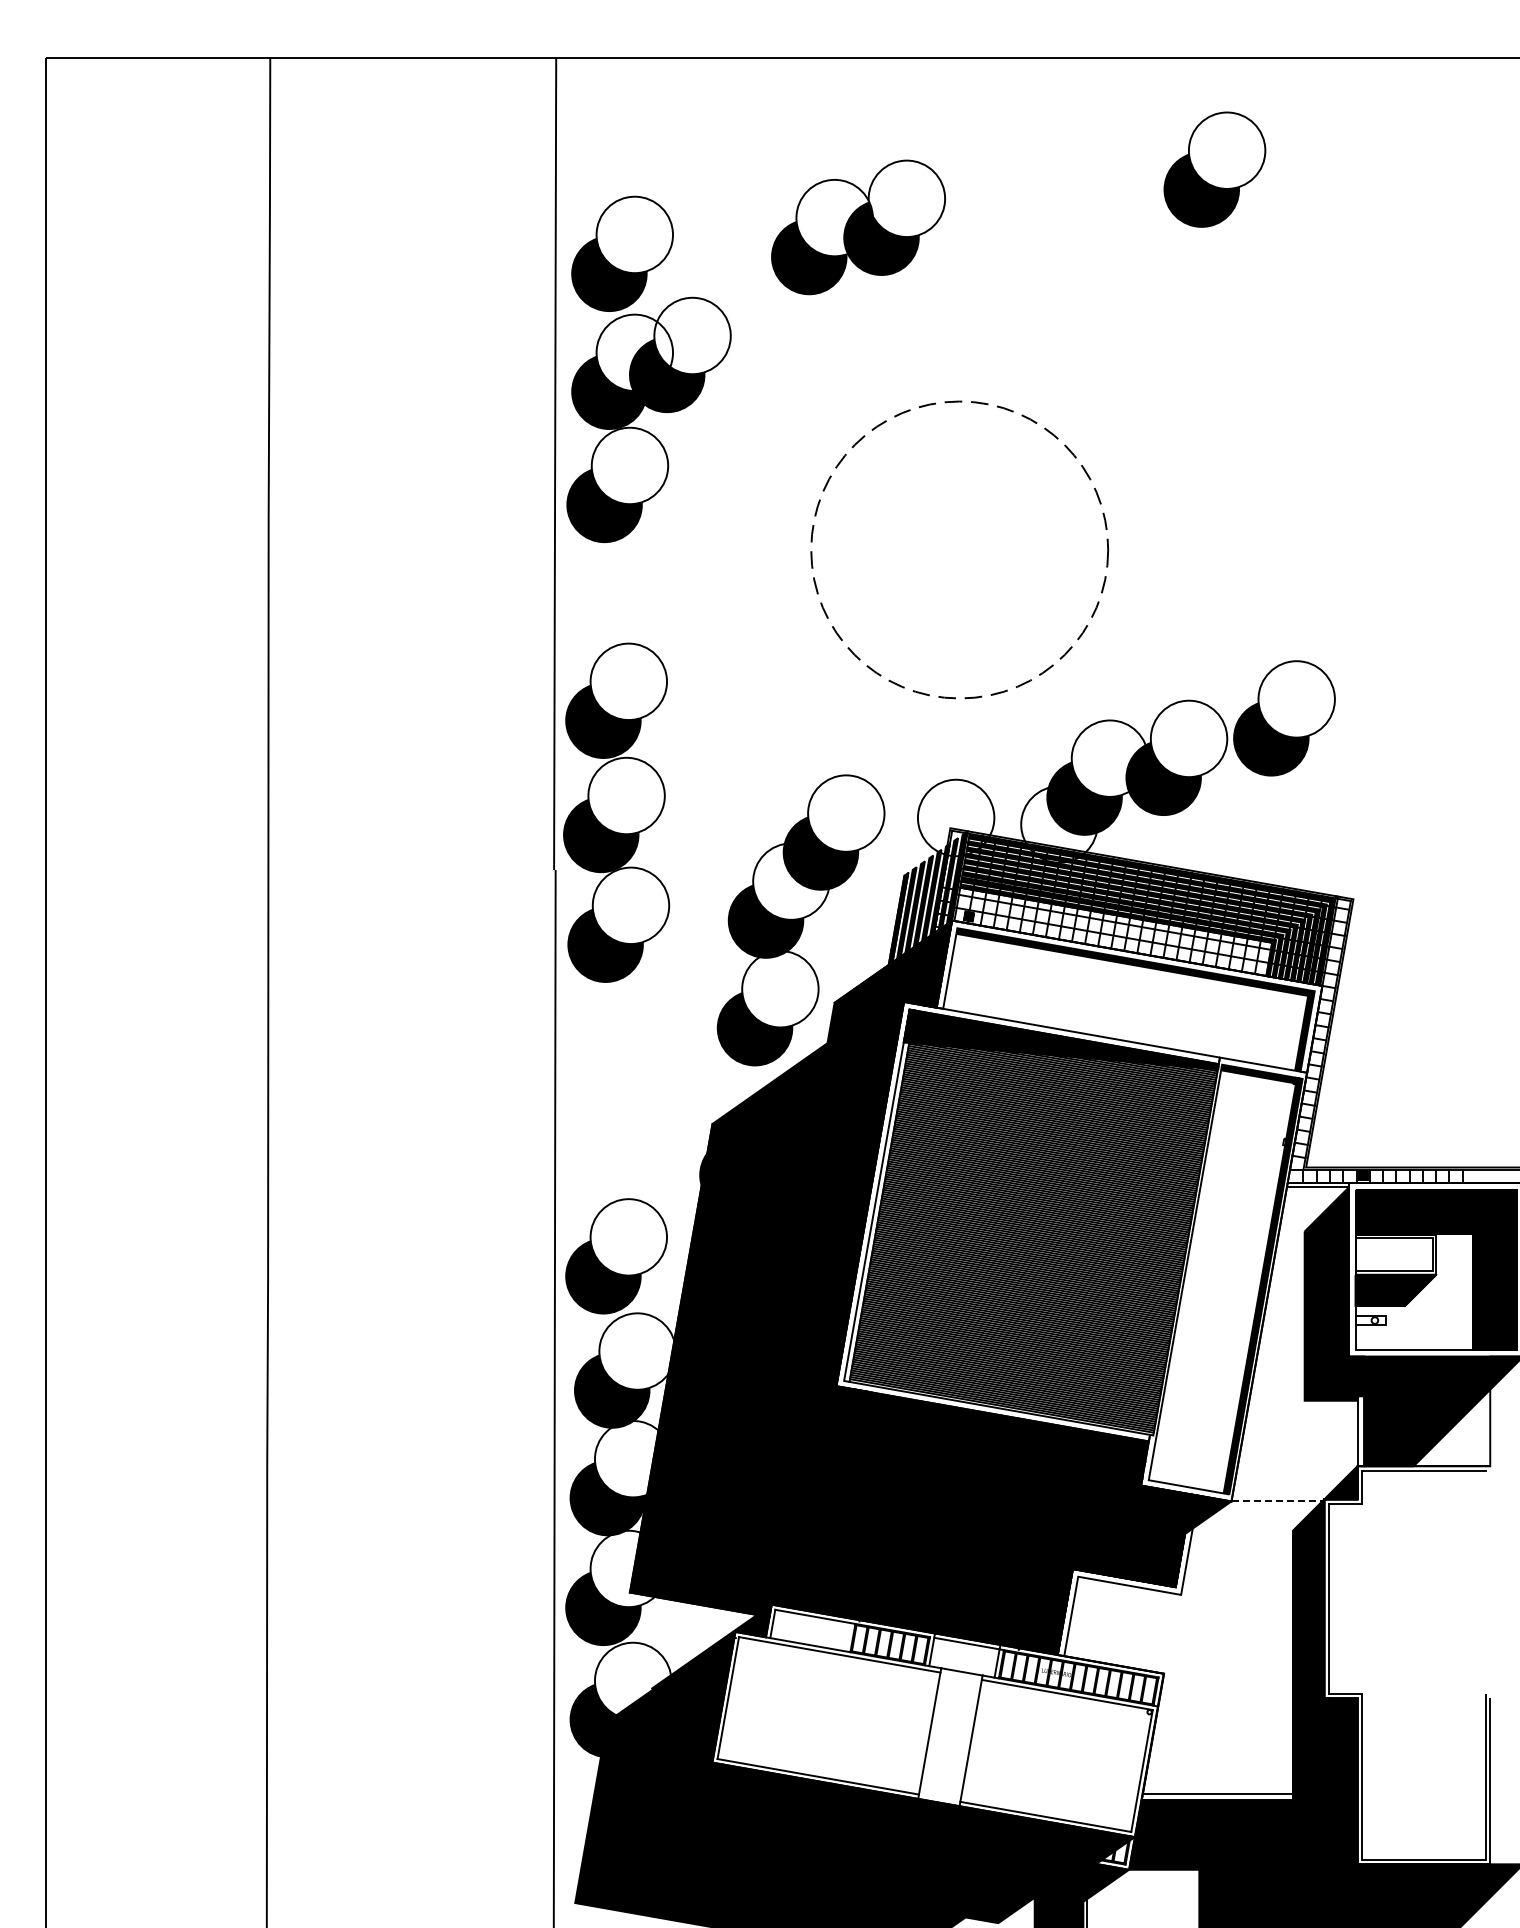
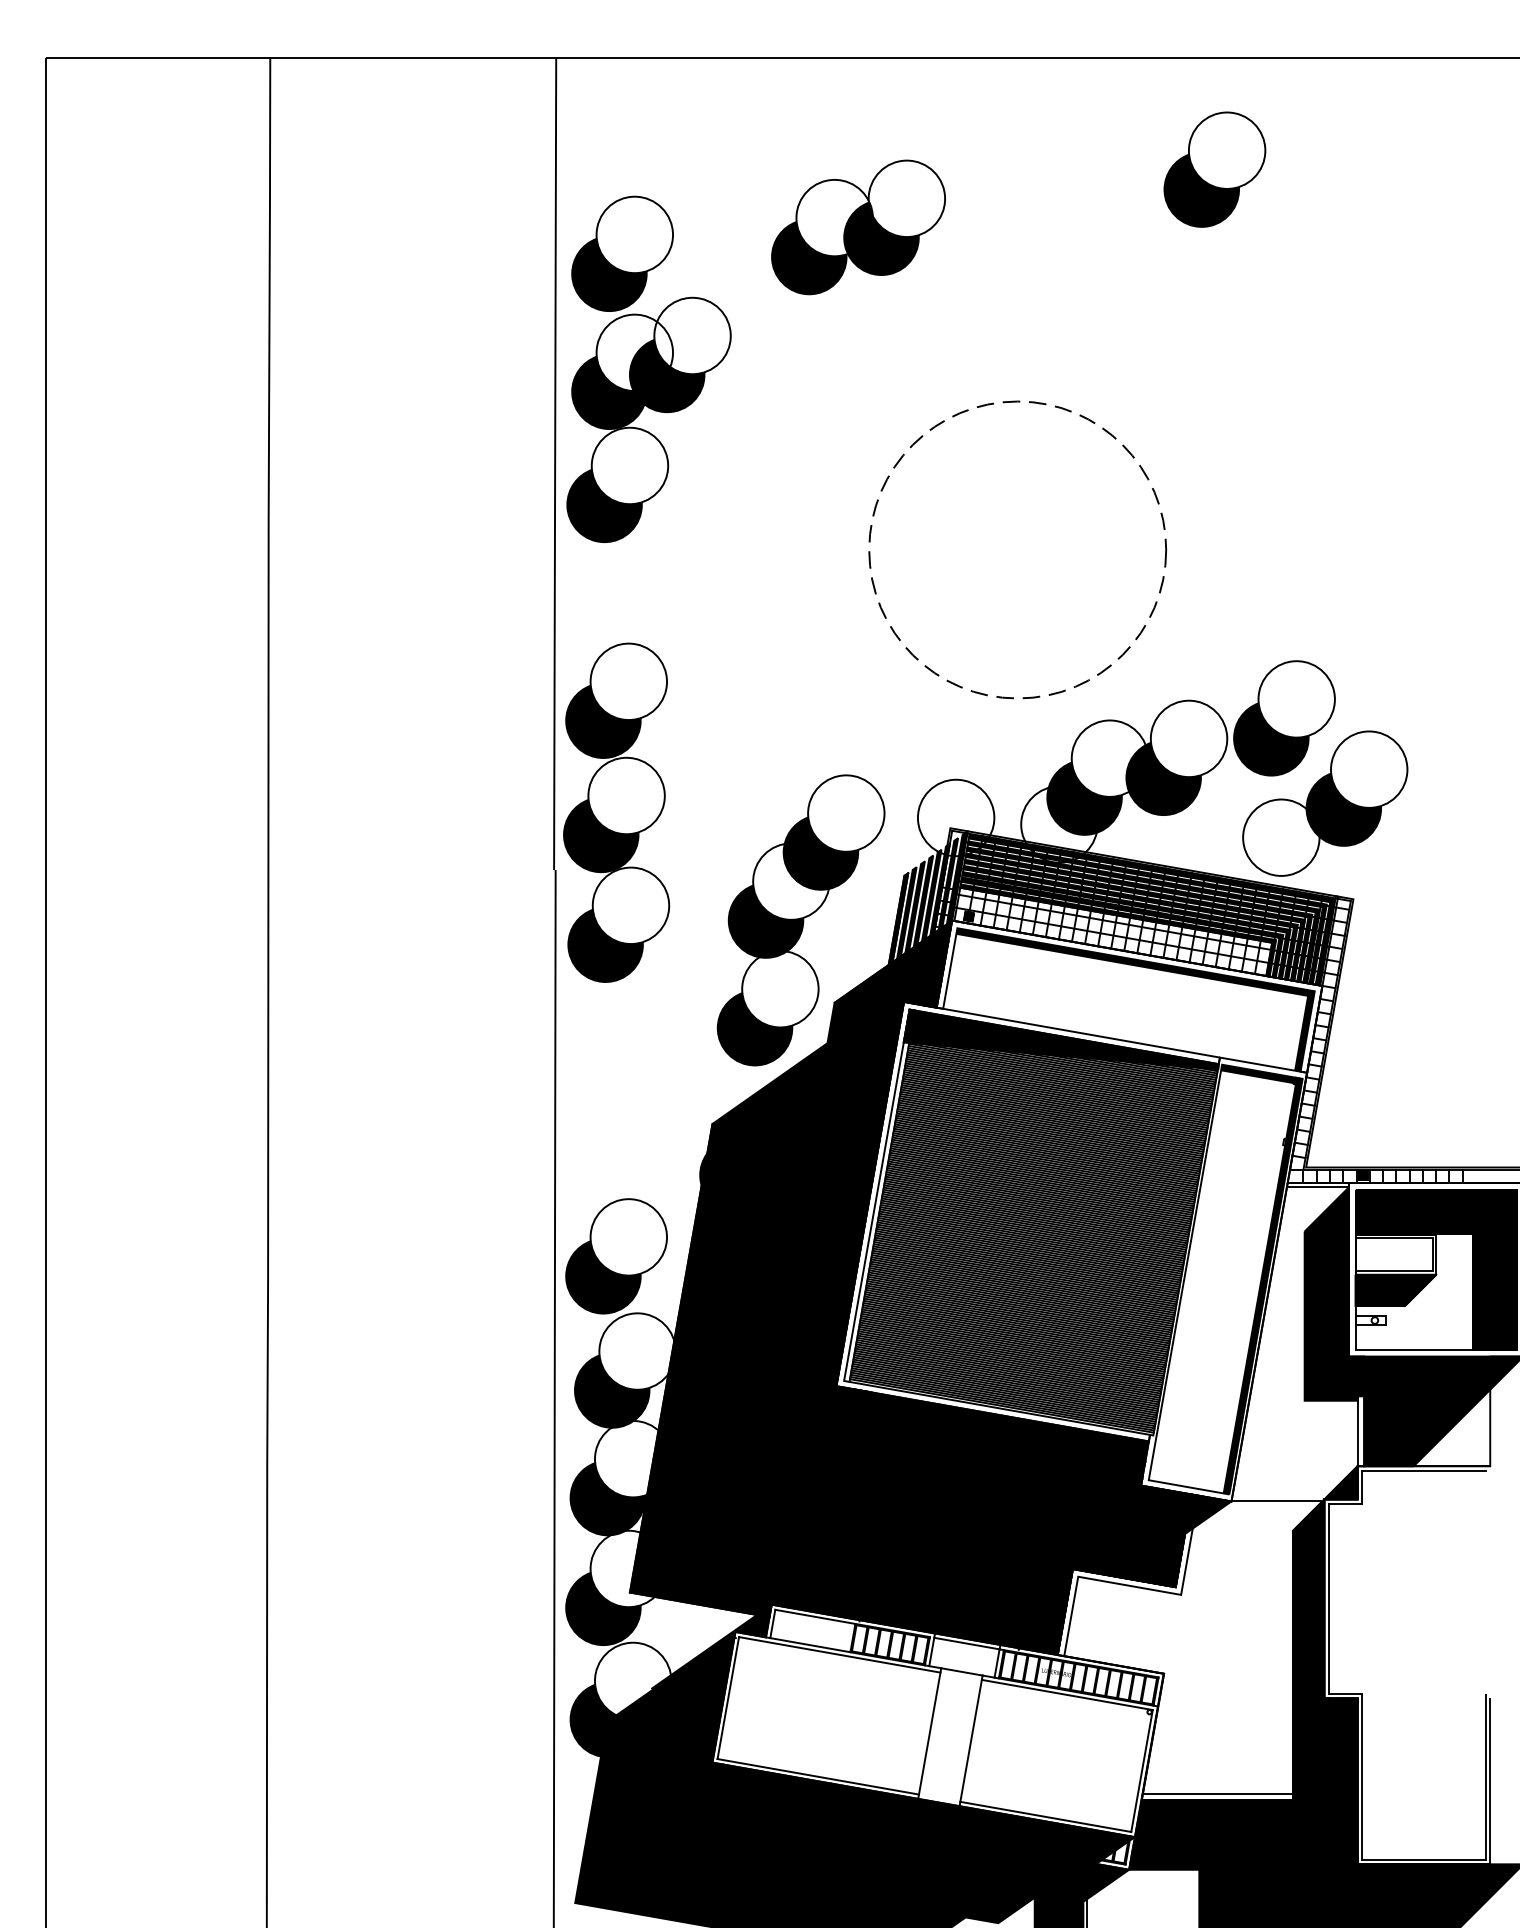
circle at (959, 549) position: (959, 549) -> (1017, 549)
part at (1325, 803): none -> present
line at (1278, 1501): dashed -> solid
